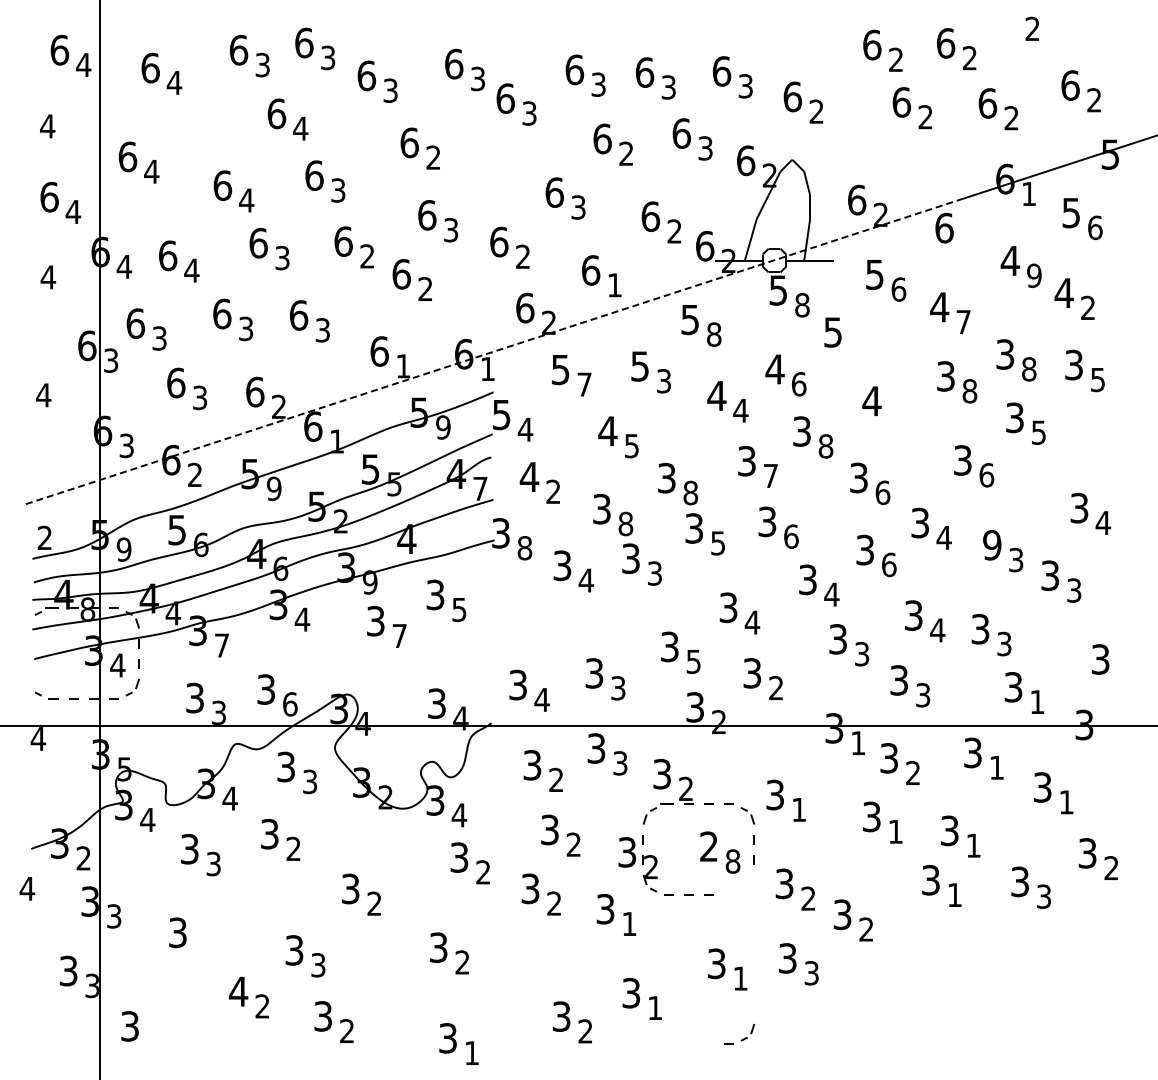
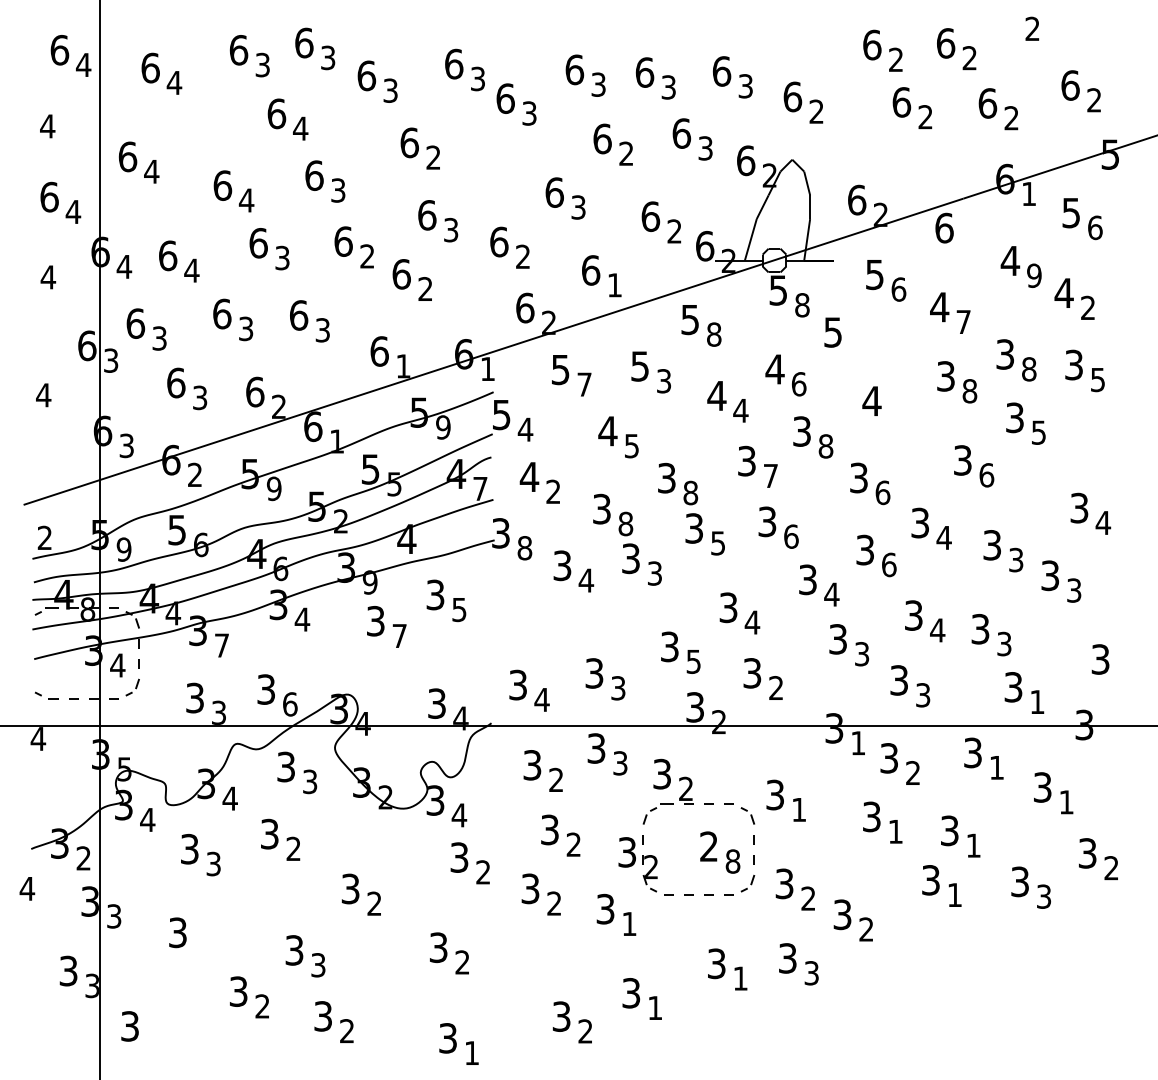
line at (493, 351): dashed -> solid
text at (992, 545): 9 -> 3
text at (238, 991): 4 -> 3
part at (739, 1034) position: (739, 1034) -> (739, 885)
